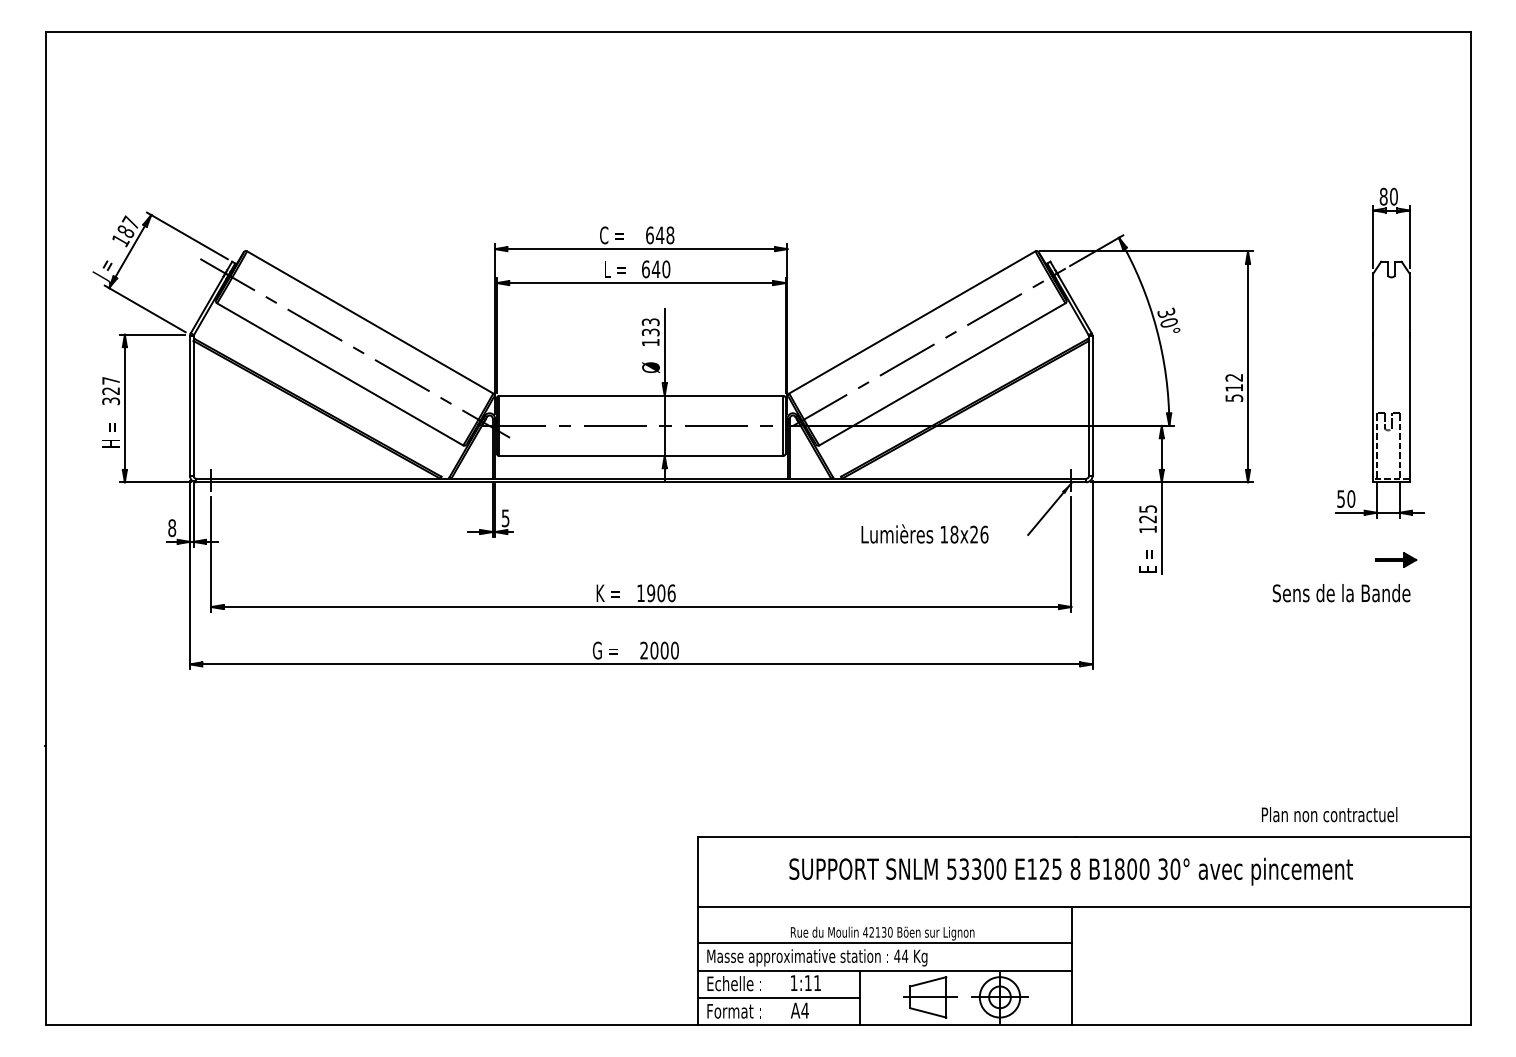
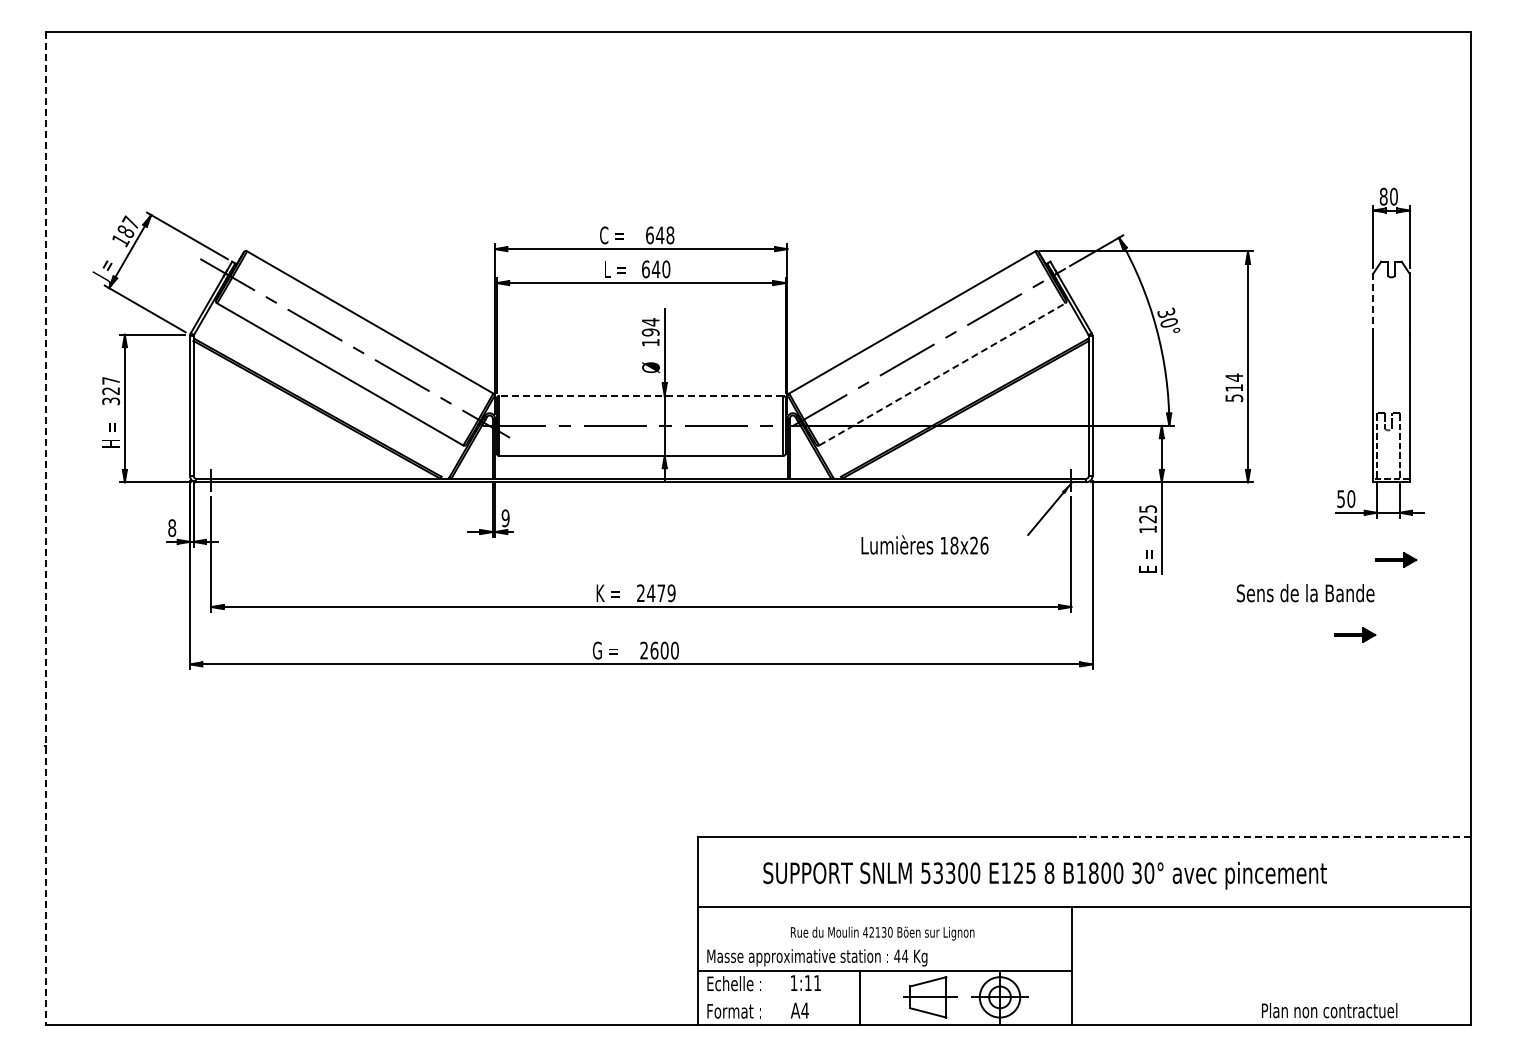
line at (1373, 303): solid -> dashed
text at (650, 327): 133 -> 194
line at (942, 374): solid -> dashed
text at (1233, 377): 512 -> 514
line at (640, 395): solid -> dashed
text at (505, 517): 5 -> 9
line at (45, 528): solid -> dashed
text at (924, 533) position: (924, 533) -> (924, 544)
text at (656, 593): 1906 -> 2479
text at (1341, 593) position: (1341, 593) -> (1305, 593)
part at (1355, 634): none -> present
text at (654, 650): 2000 -> 2600
text at (1329, 814) position: (1329, 814) -> (1329, 1010)
line at (1272, 836): solid -> dashed
text at (1070, 871) position: (1070, 871) -> (1044, 875)
line at (884, 943): present -> none
line at (778, 997): present -> none
